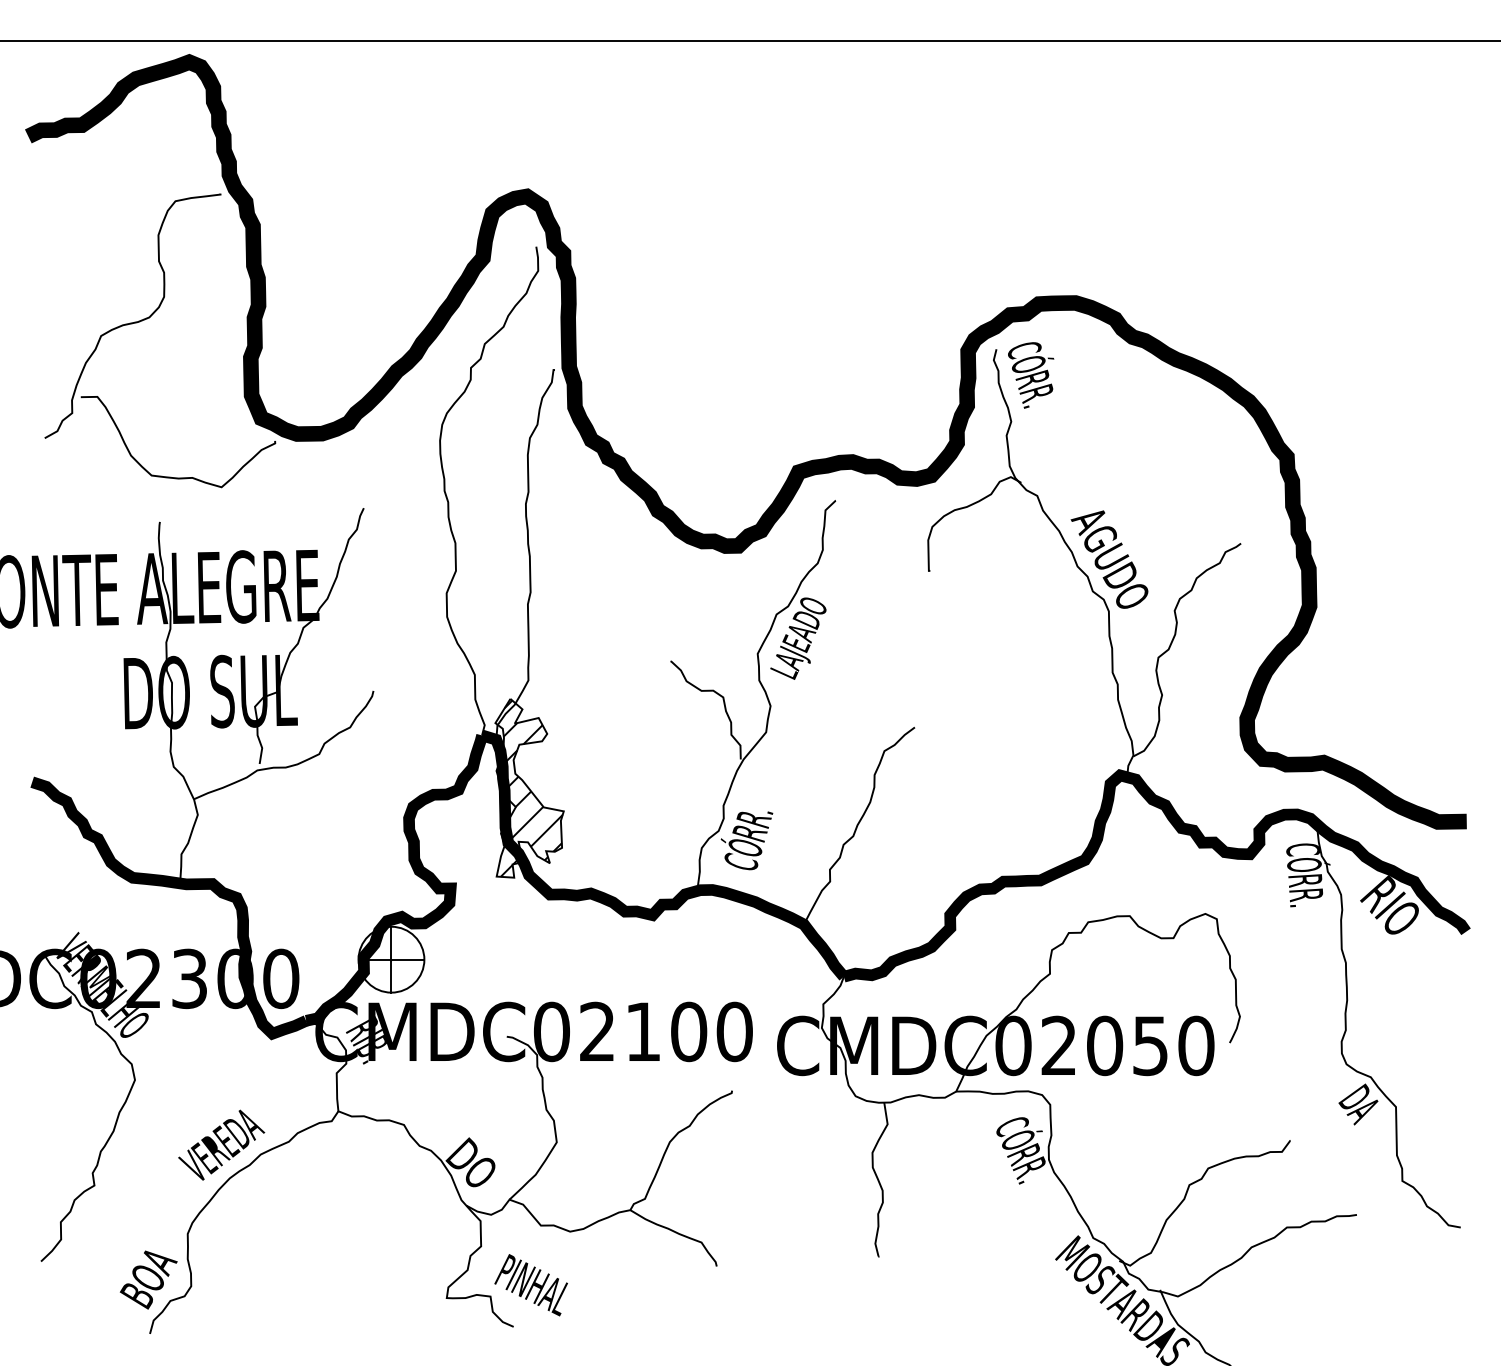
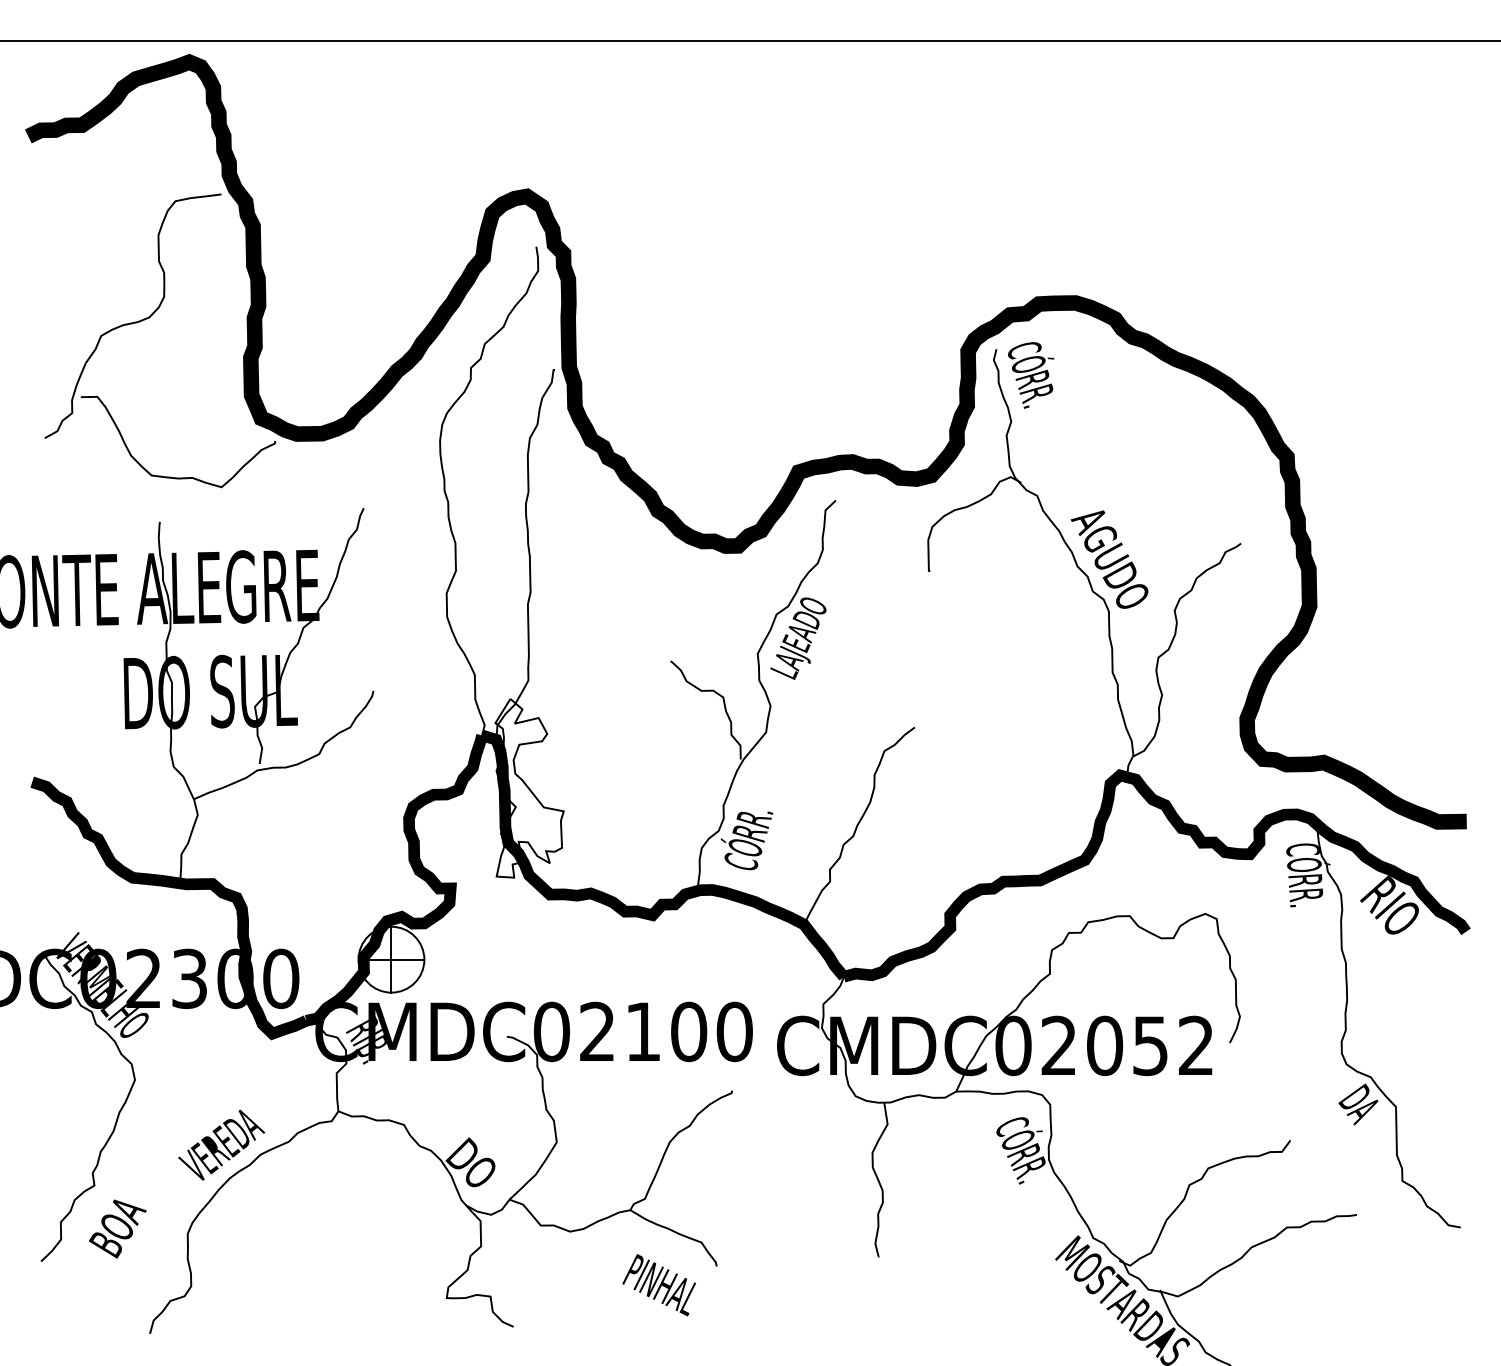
hatch at (529, 788): present -> none
text at (1196, 1045): CMDC02050 -> CMDC02052
text at (148, 1279) position: (148, 1279) -> (117, 1228)
text at (530, 1285) position: (530, 1285) -> (658, 1285)
